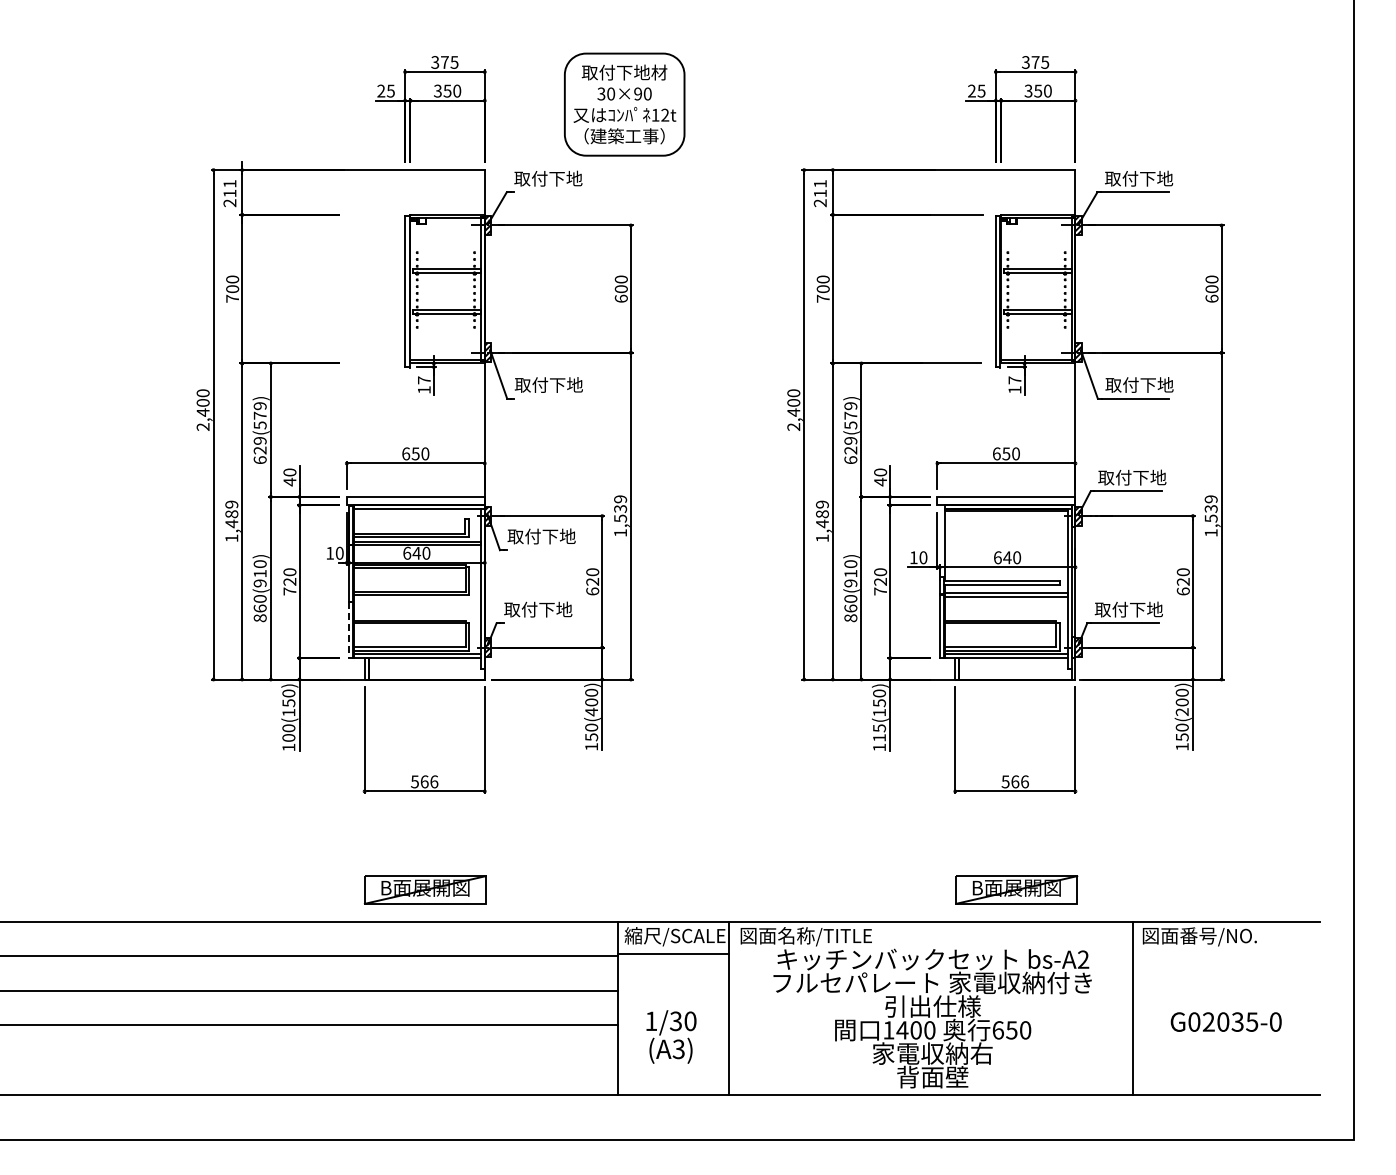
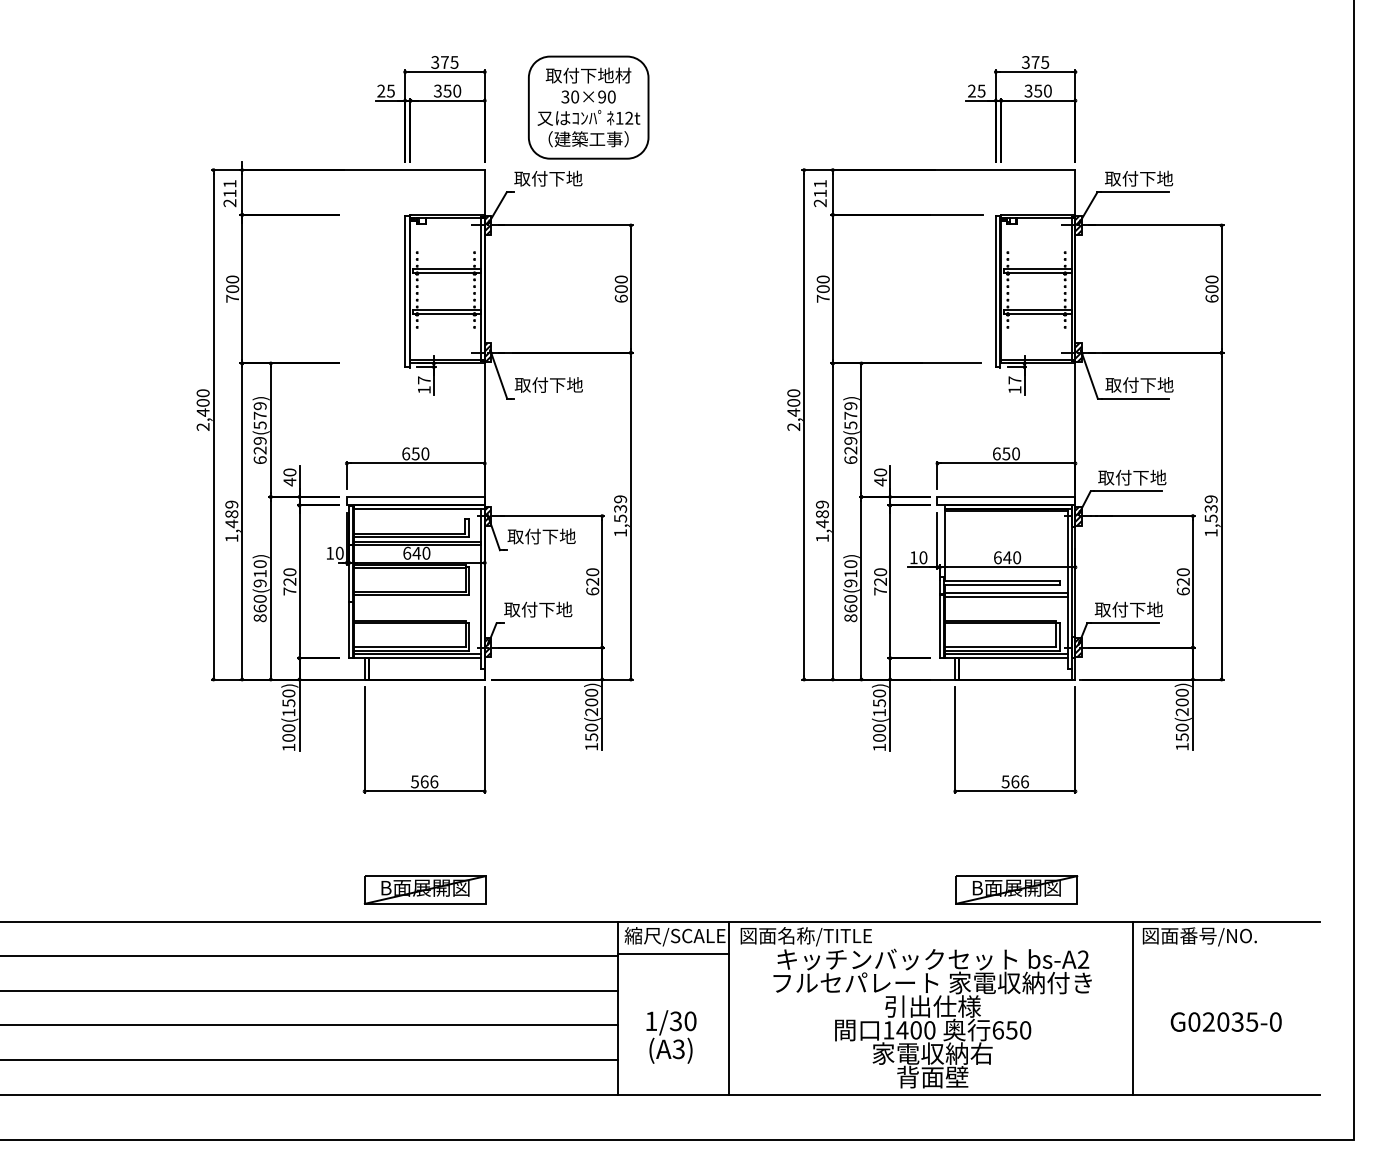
part at (624, 104) position: (624, 104) -> (588, 107)
line at (348, 630): dashed -> solid
text at (591, 711): 150(400) -> 150(200)
text at (879, 732): 115(150) -> 100(150)
line at (309, 1060): none -> present
